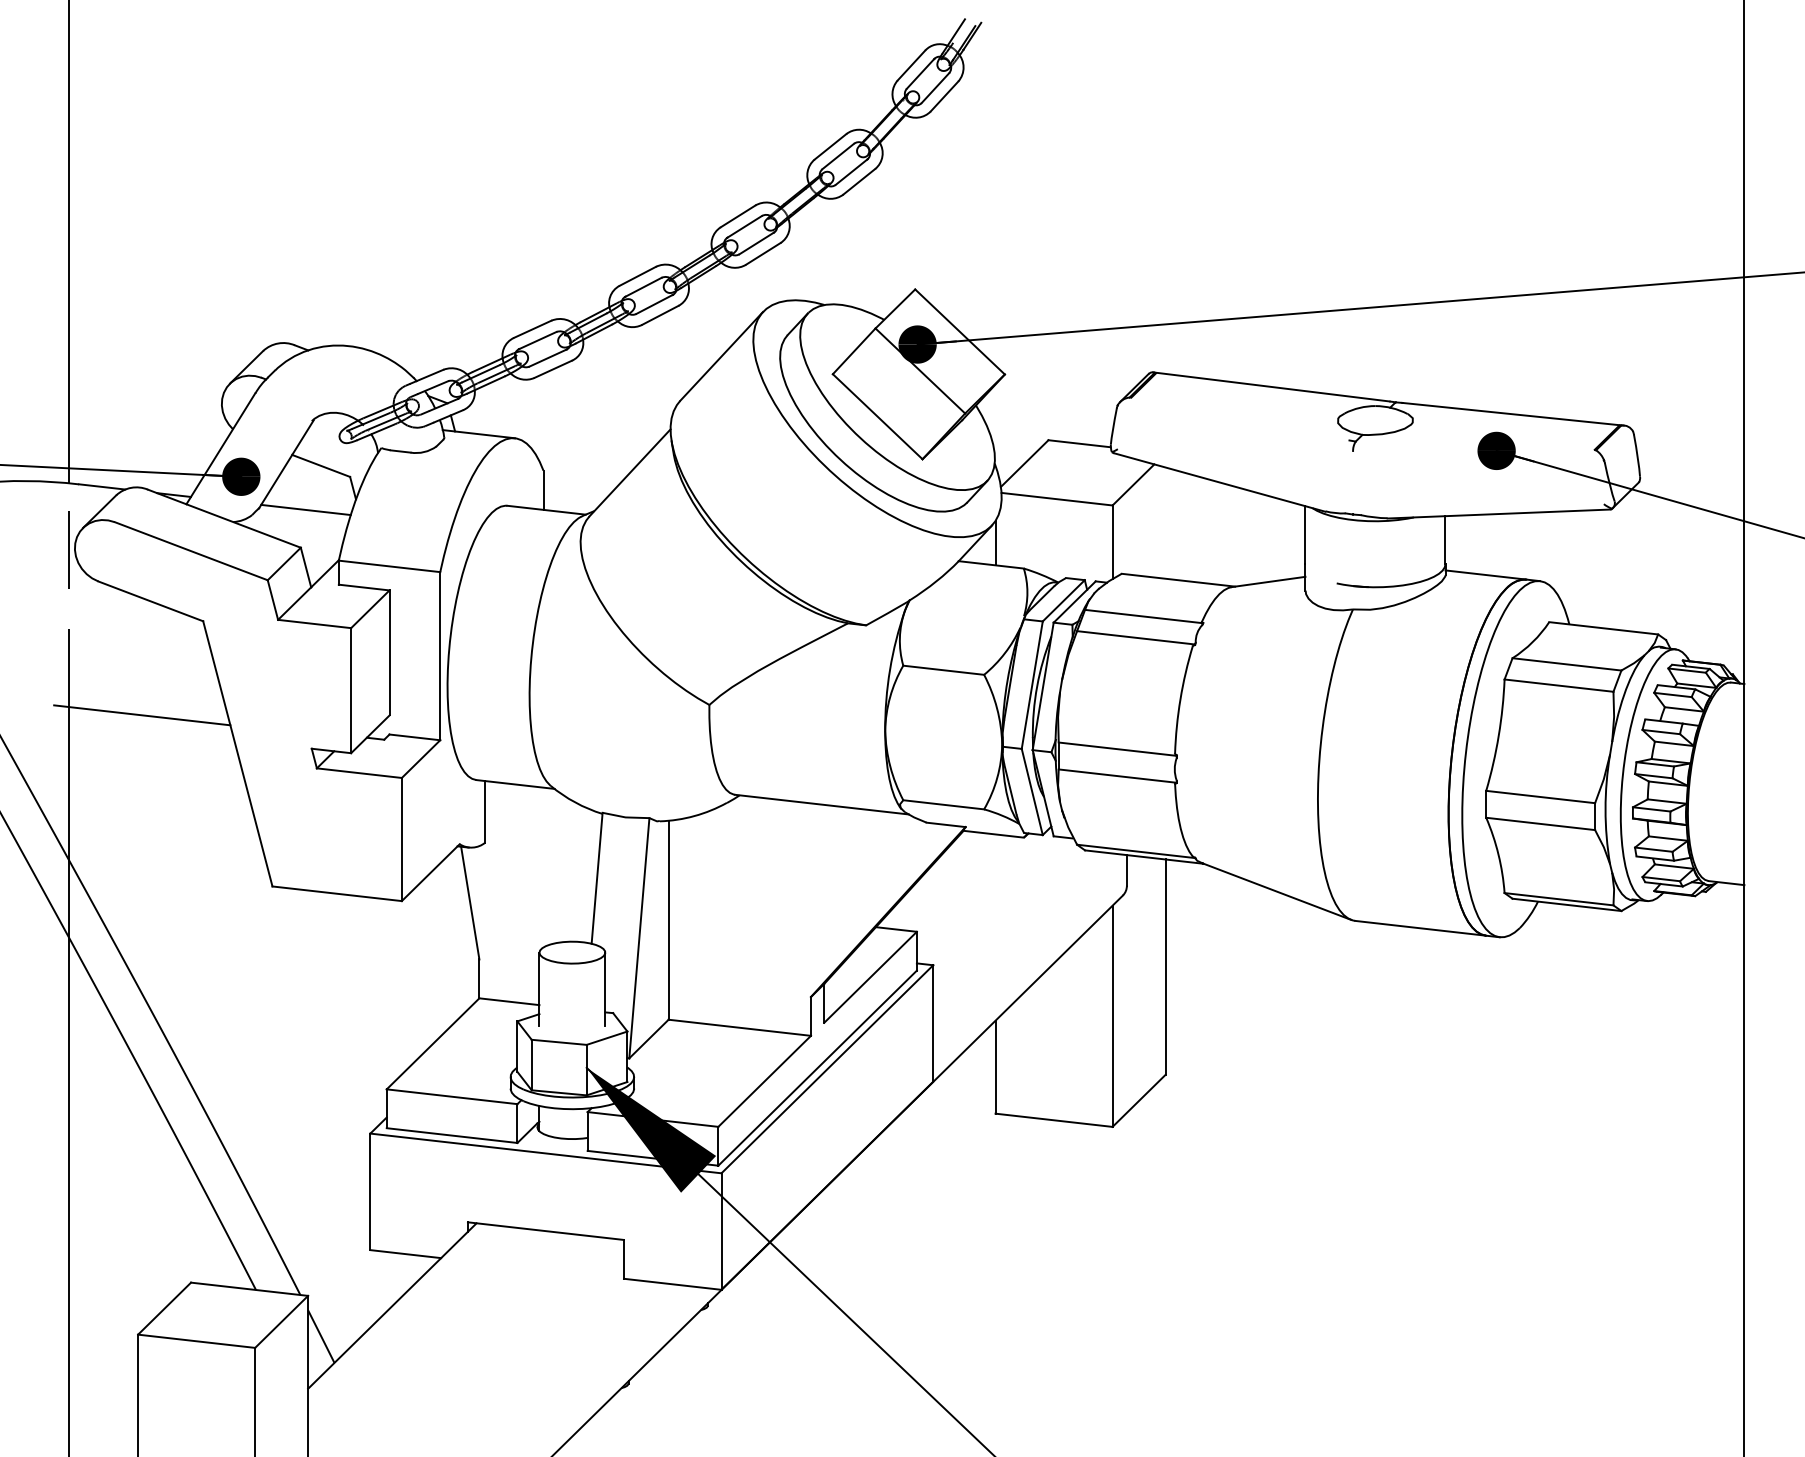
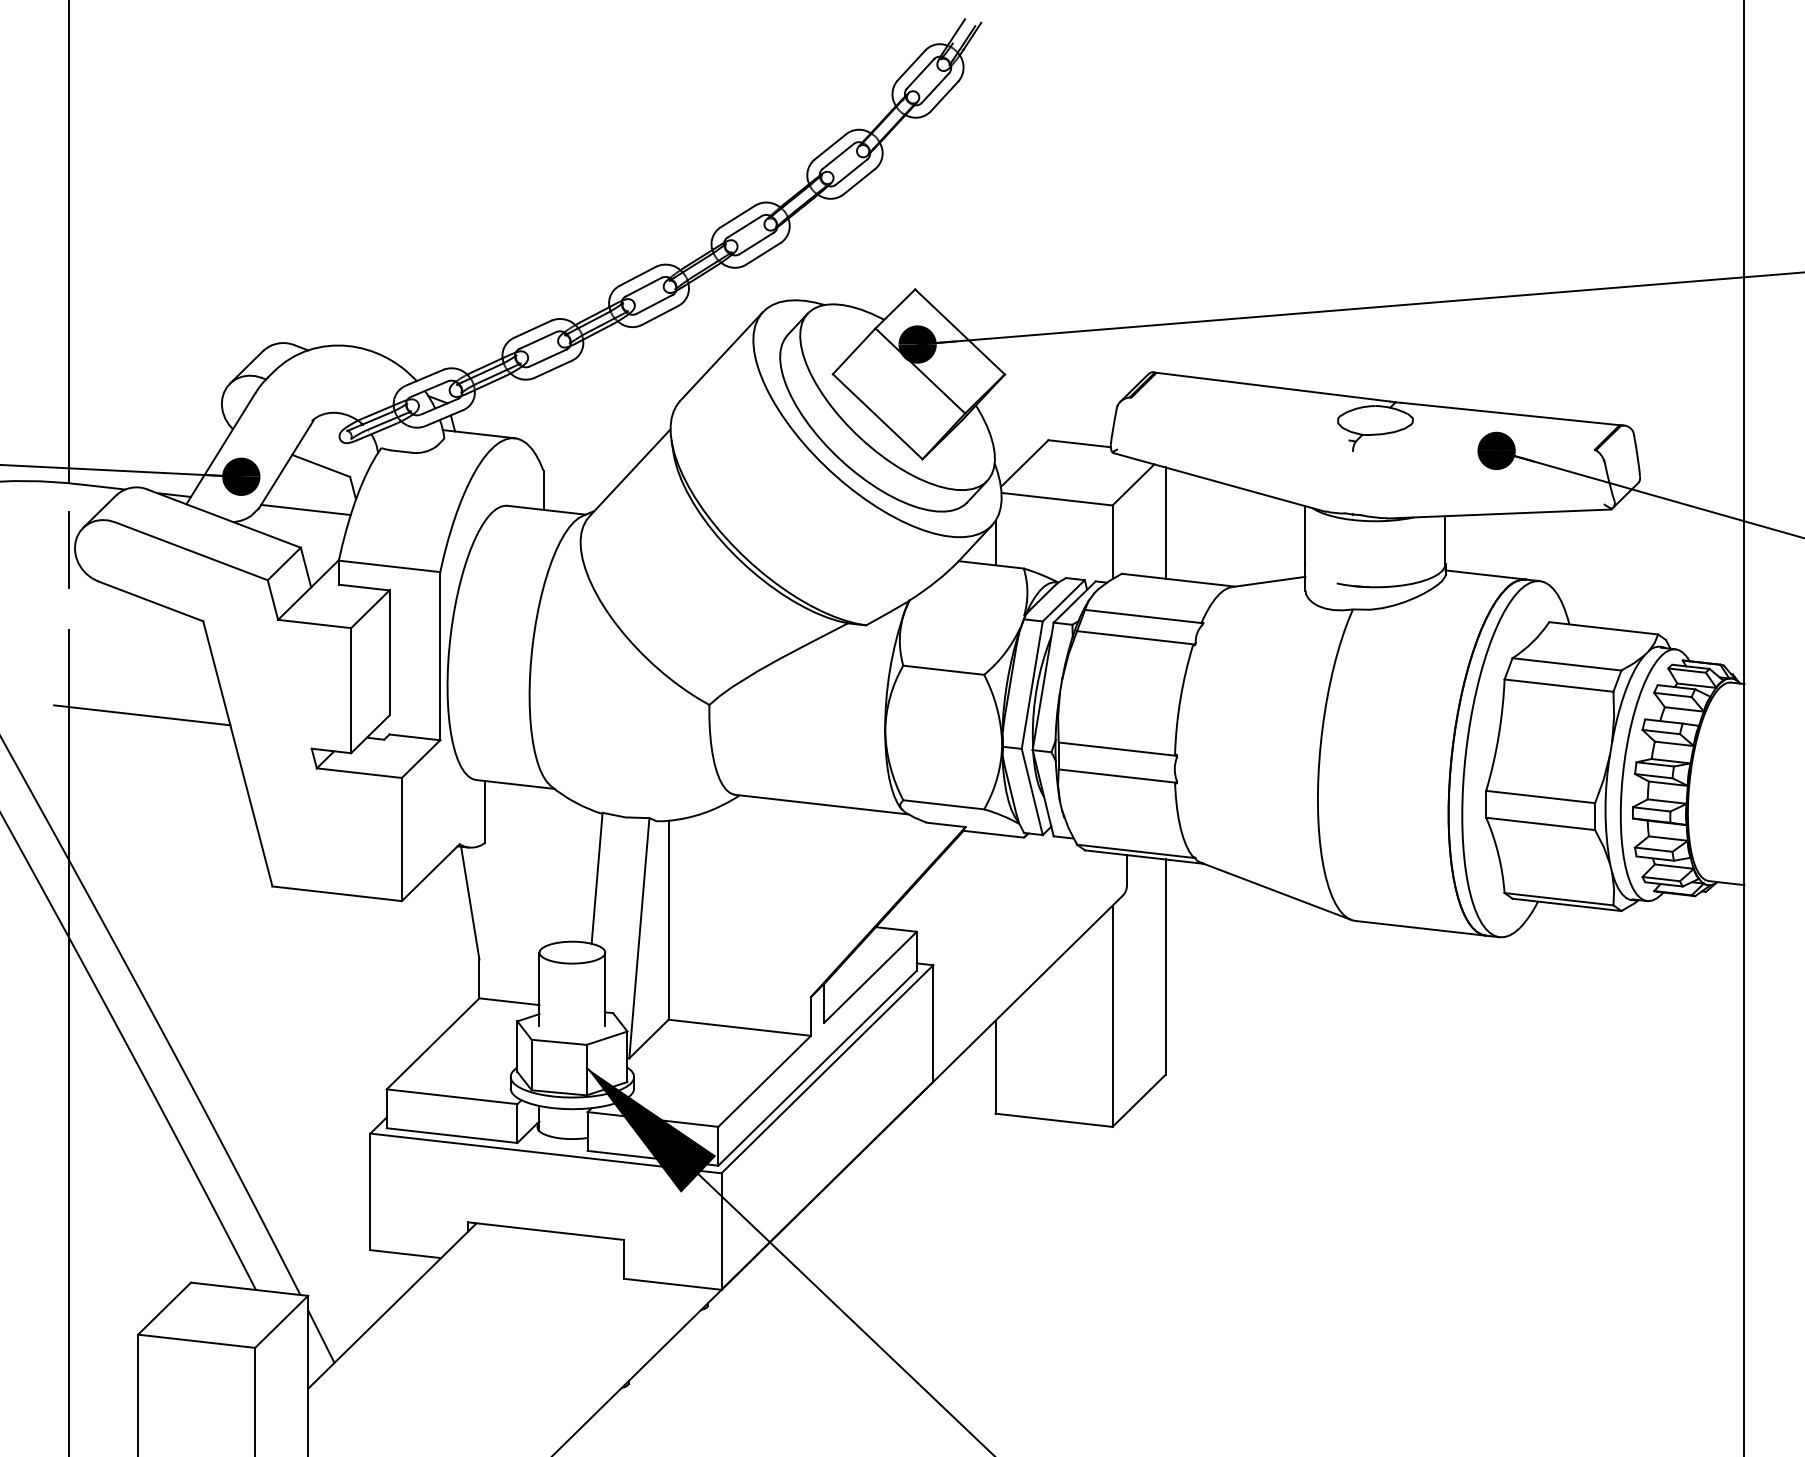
line at (1165, 522): none -> present
